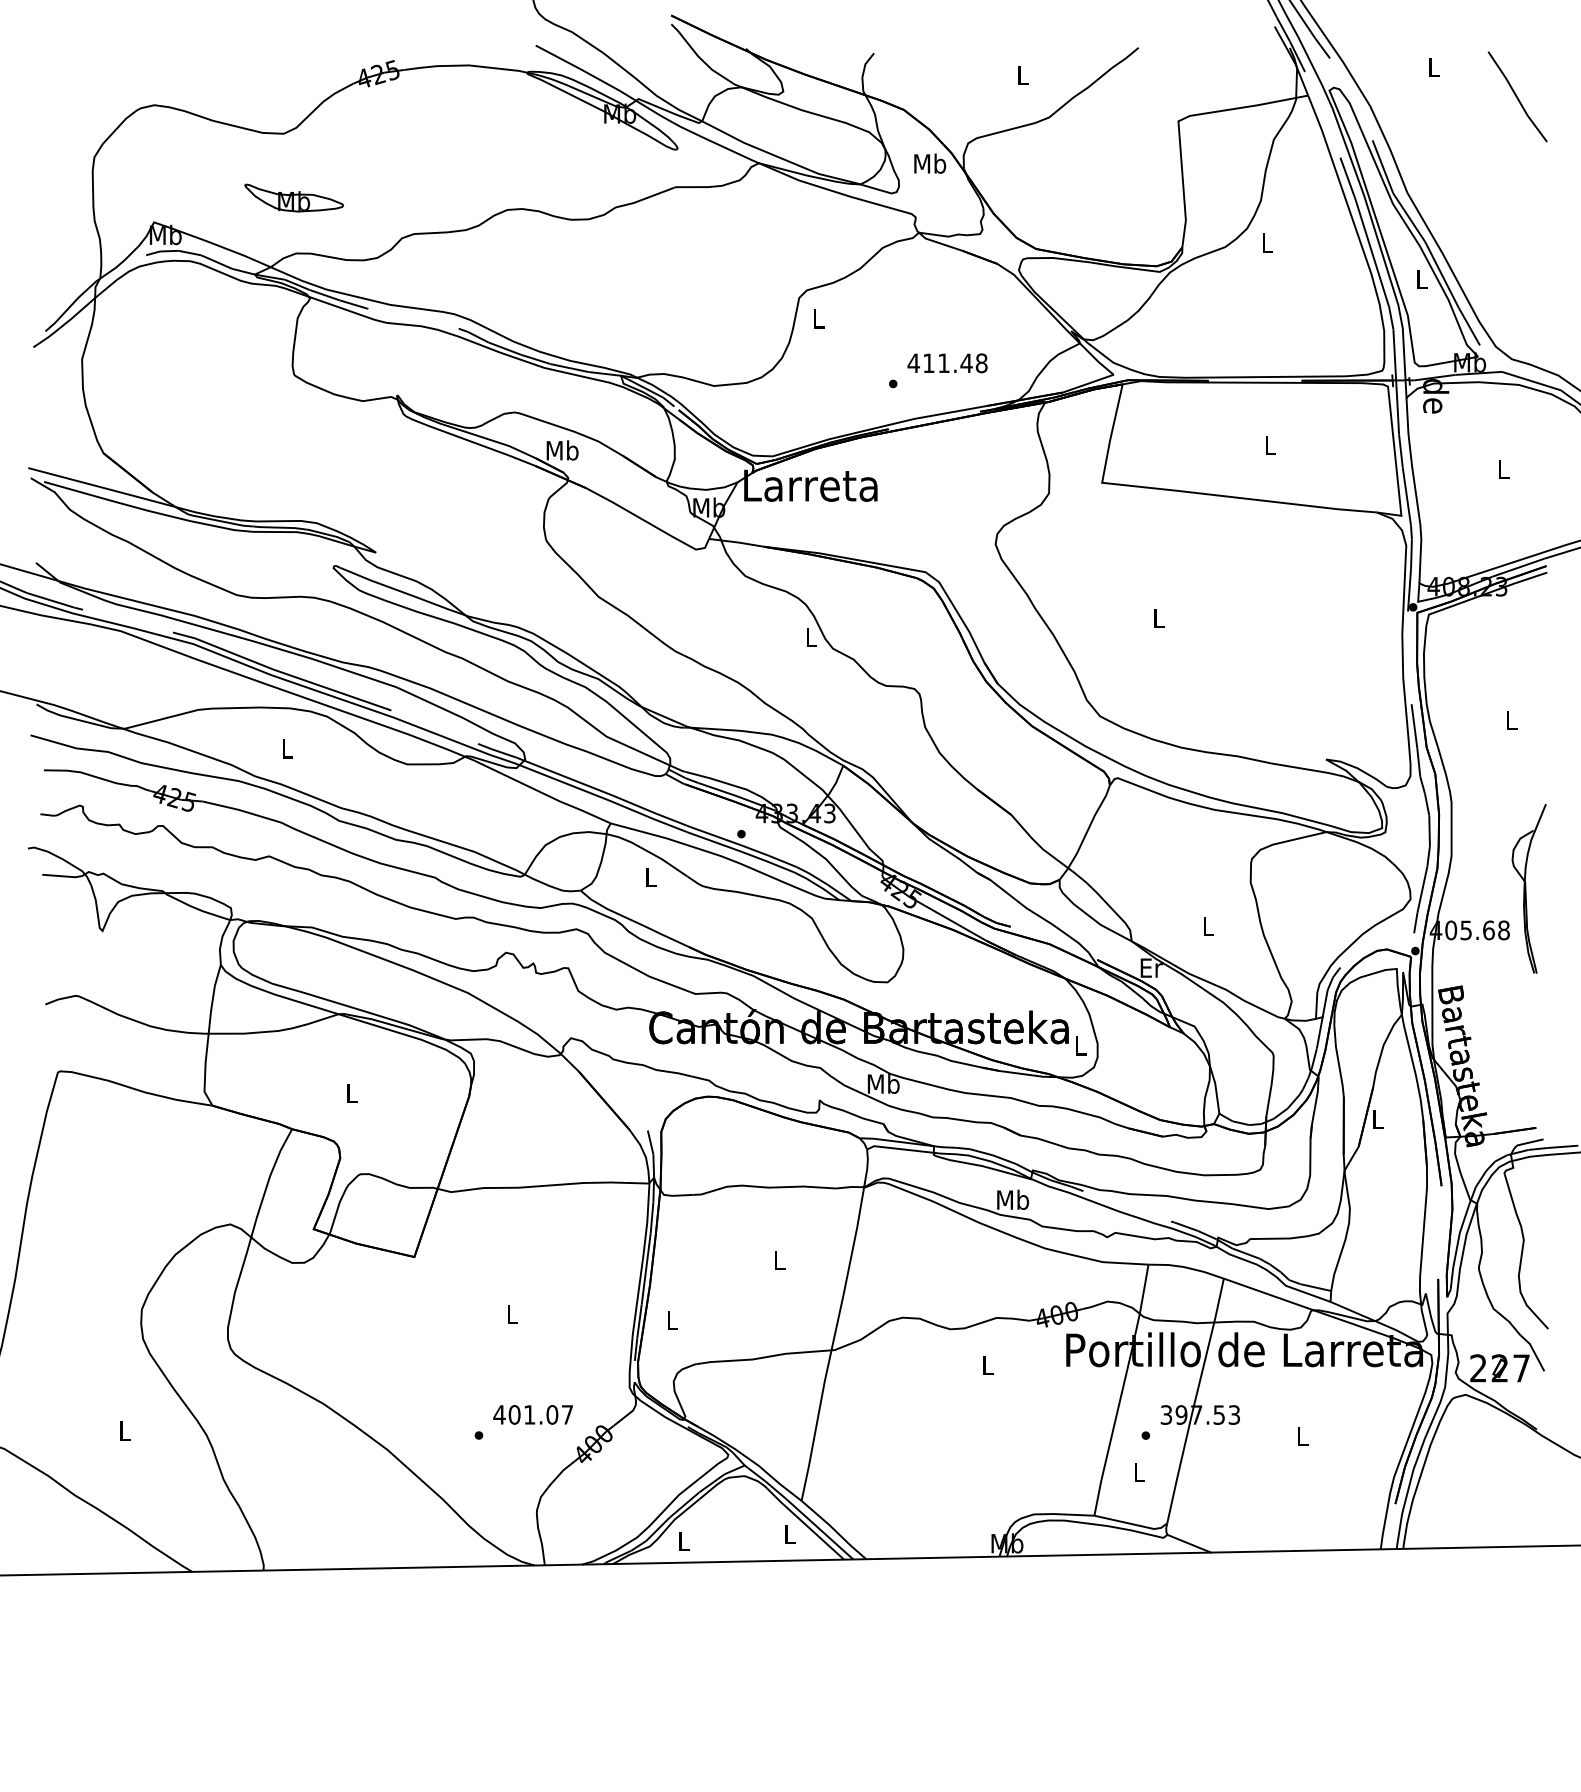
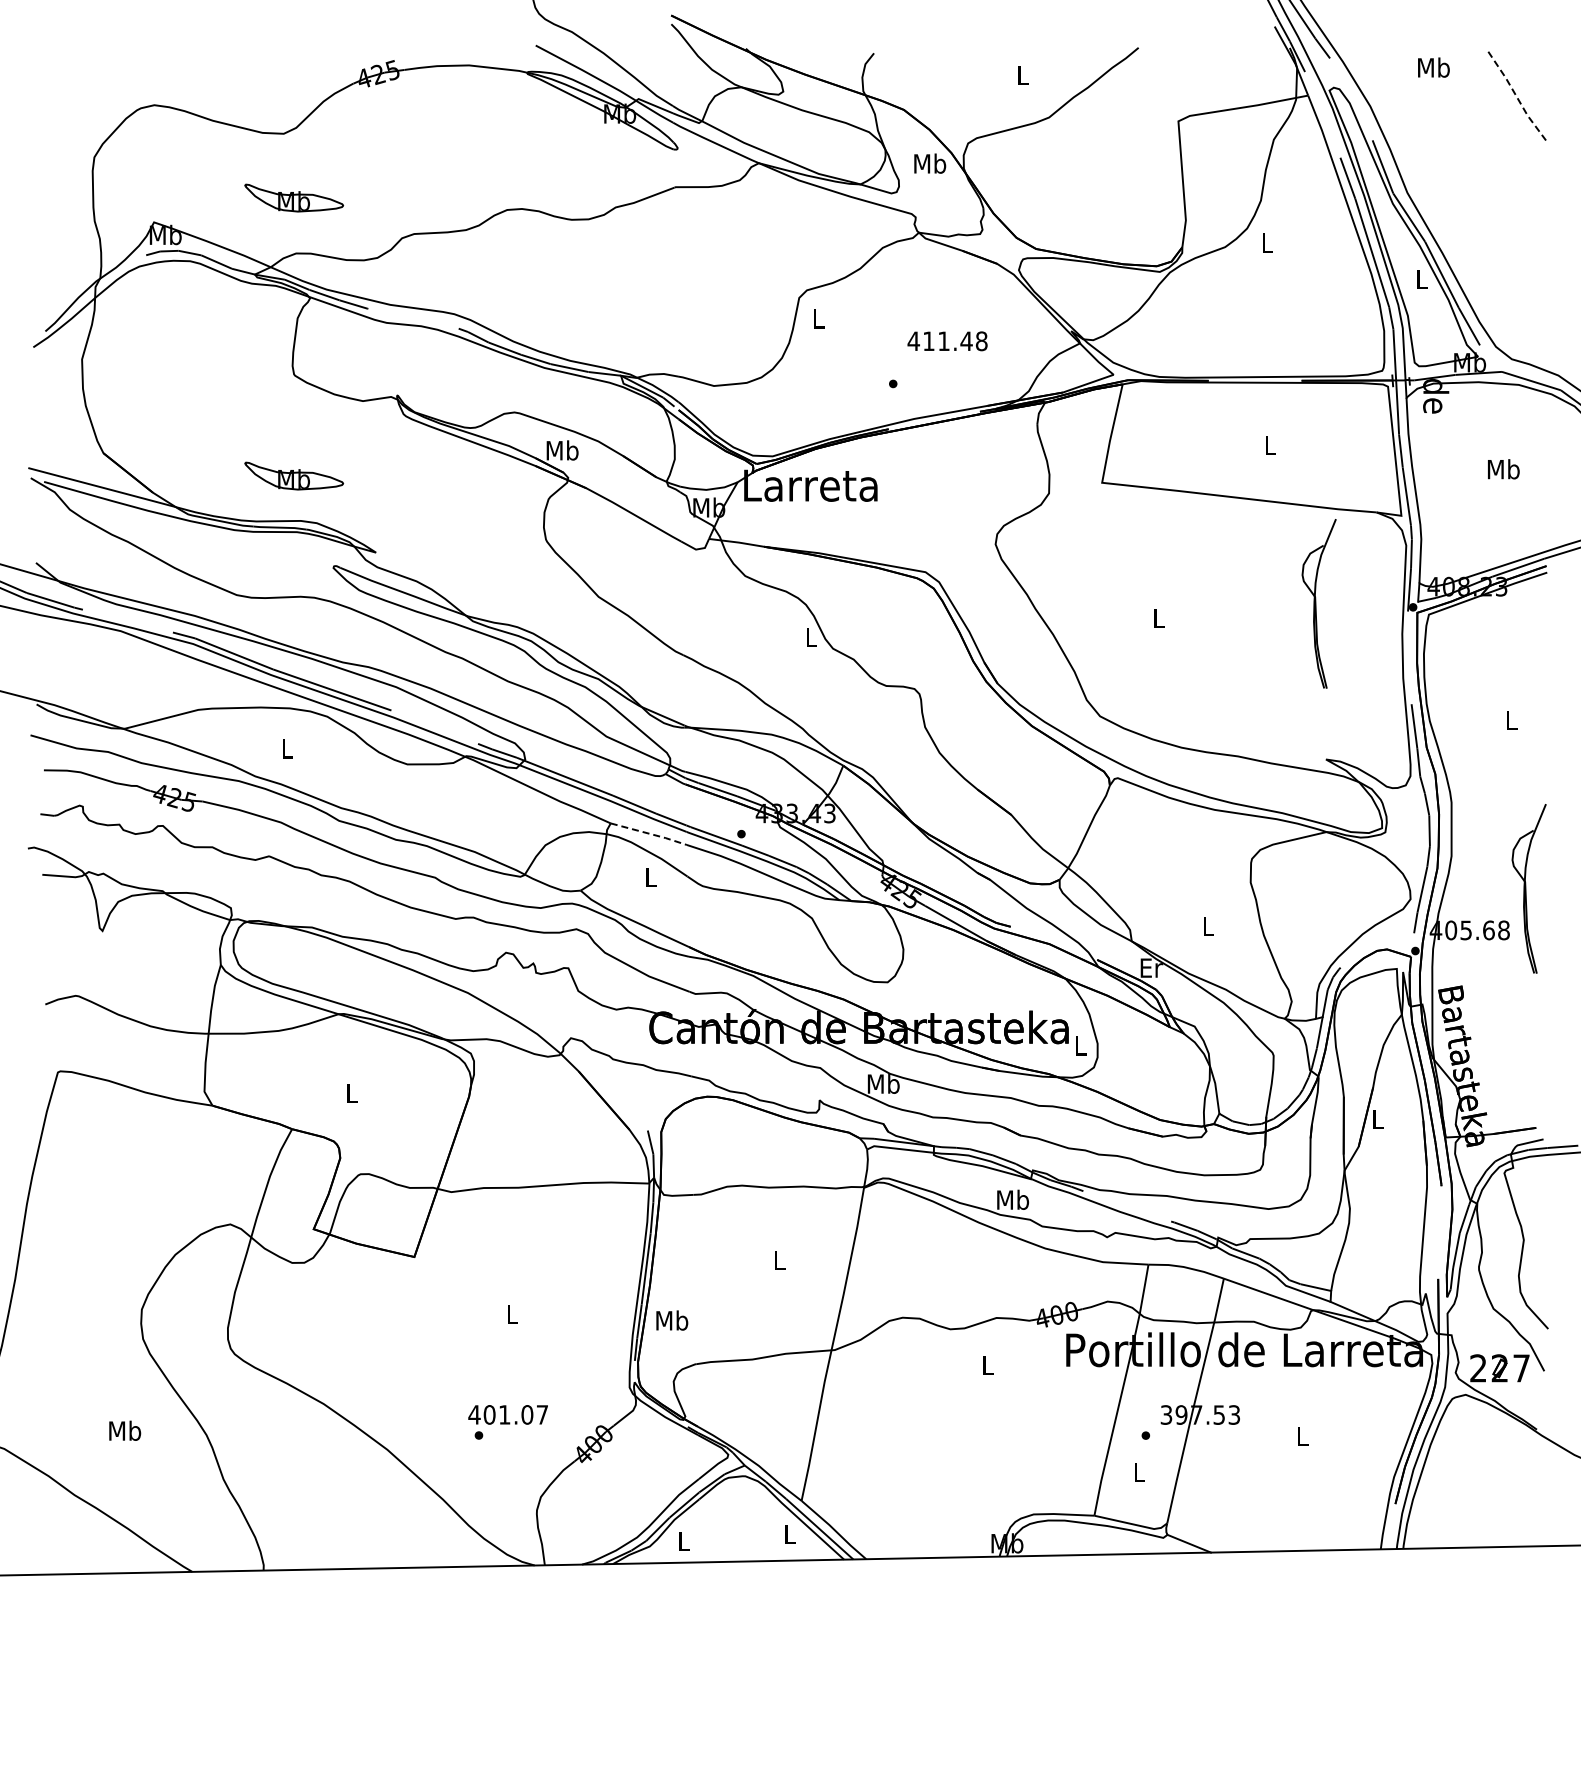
text at (1433, 67): L -> Mb
line at (1517, 97): solid -> dashed
text at (947, 363) position: (947, 363) -> (947, 341)
text at (1503, 469): L -> Mb
part at (294, 475): none -> present
part at (1318, 603): none -> present
line at (650, 834): solid -> dashed
text at (672, 1320): L -> Mb
text at (532, 1414) position: (532, 1414) -> (507, 1414)
text at (125, 1430): L -> Mb
